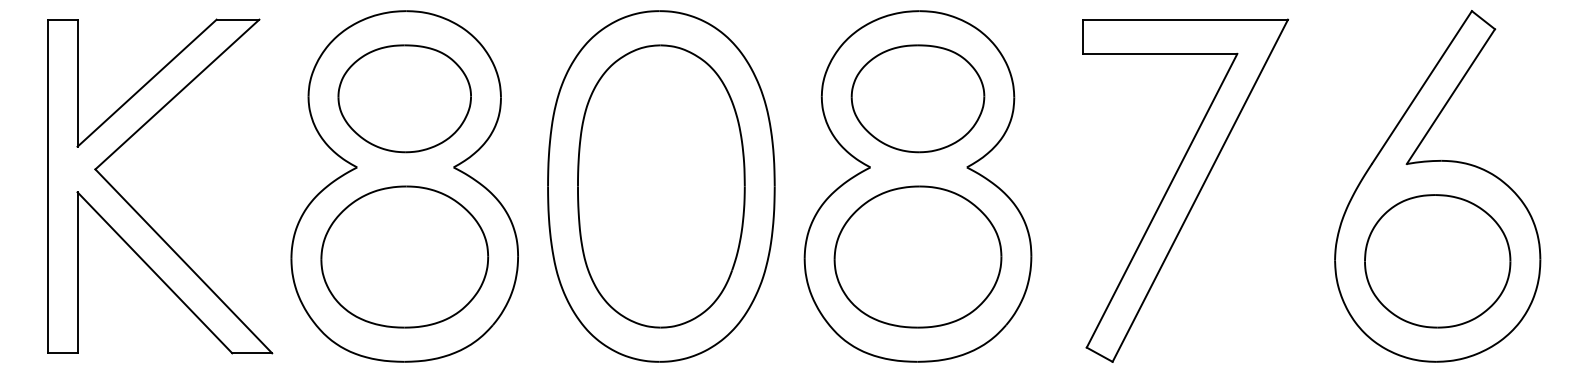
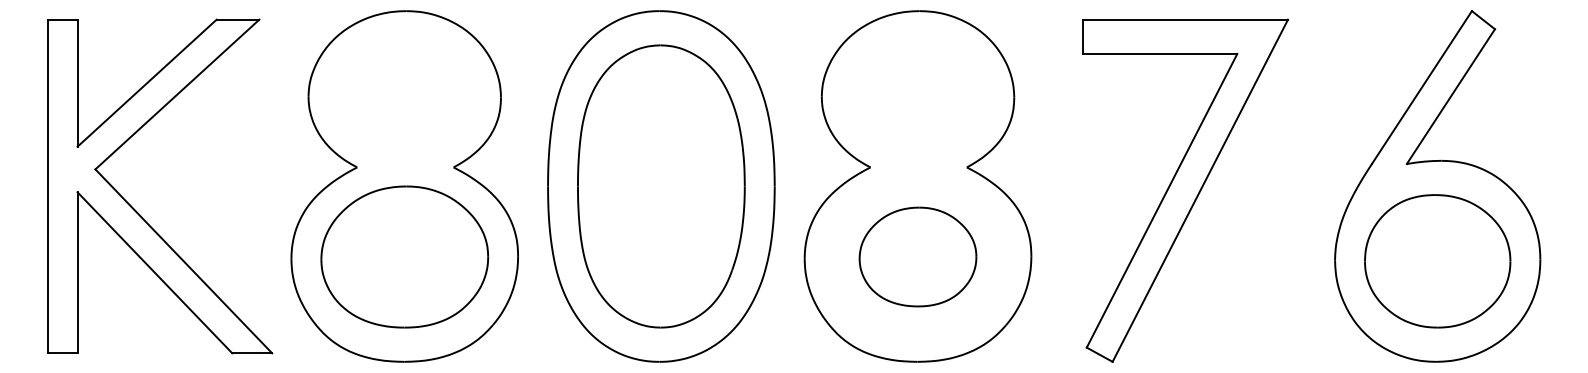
part at (404, 98): present -> none
part at (917, 98): present -> none
part at (917, 256) size: 170x144 px -> 120x102 px
